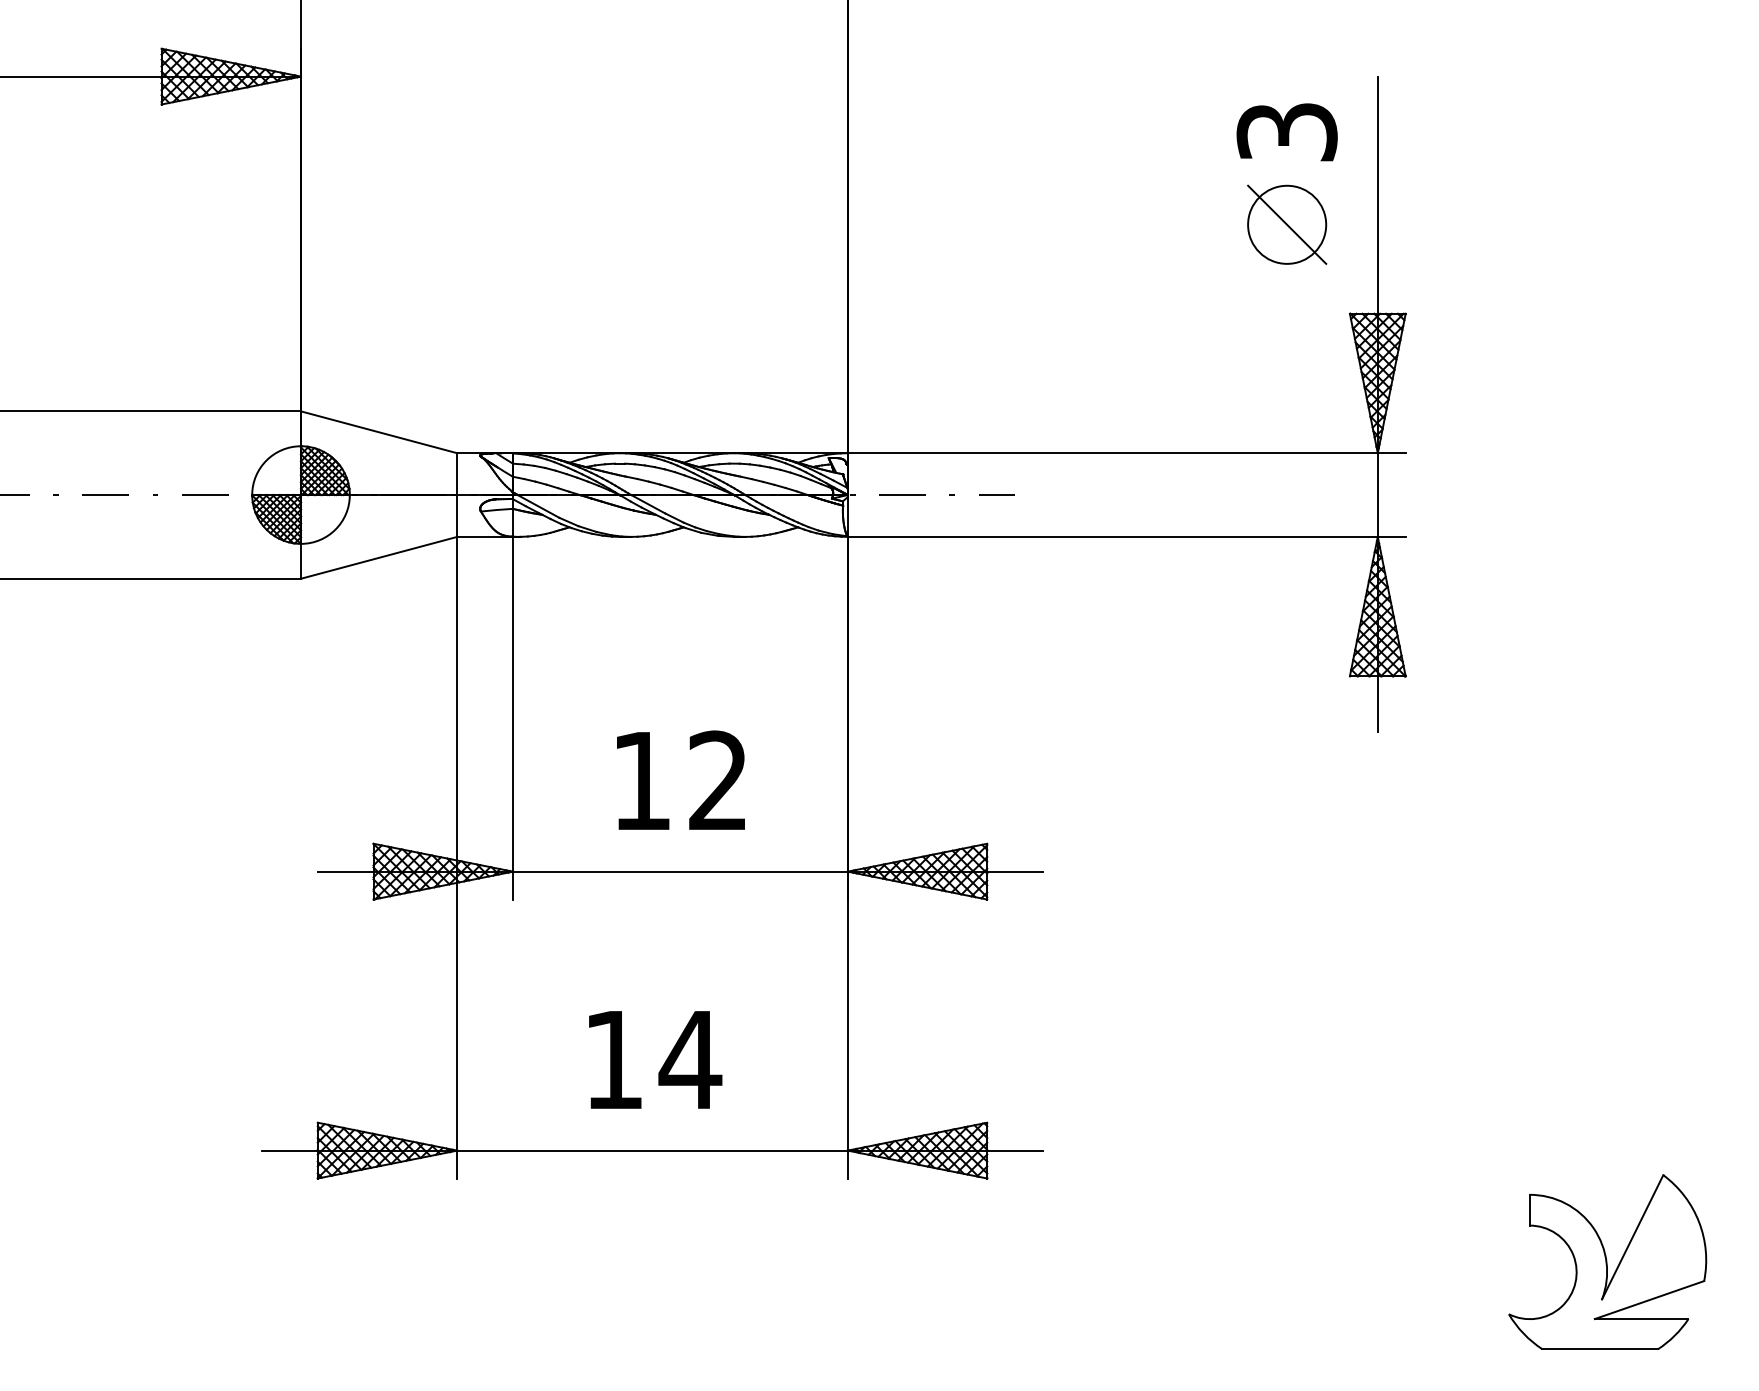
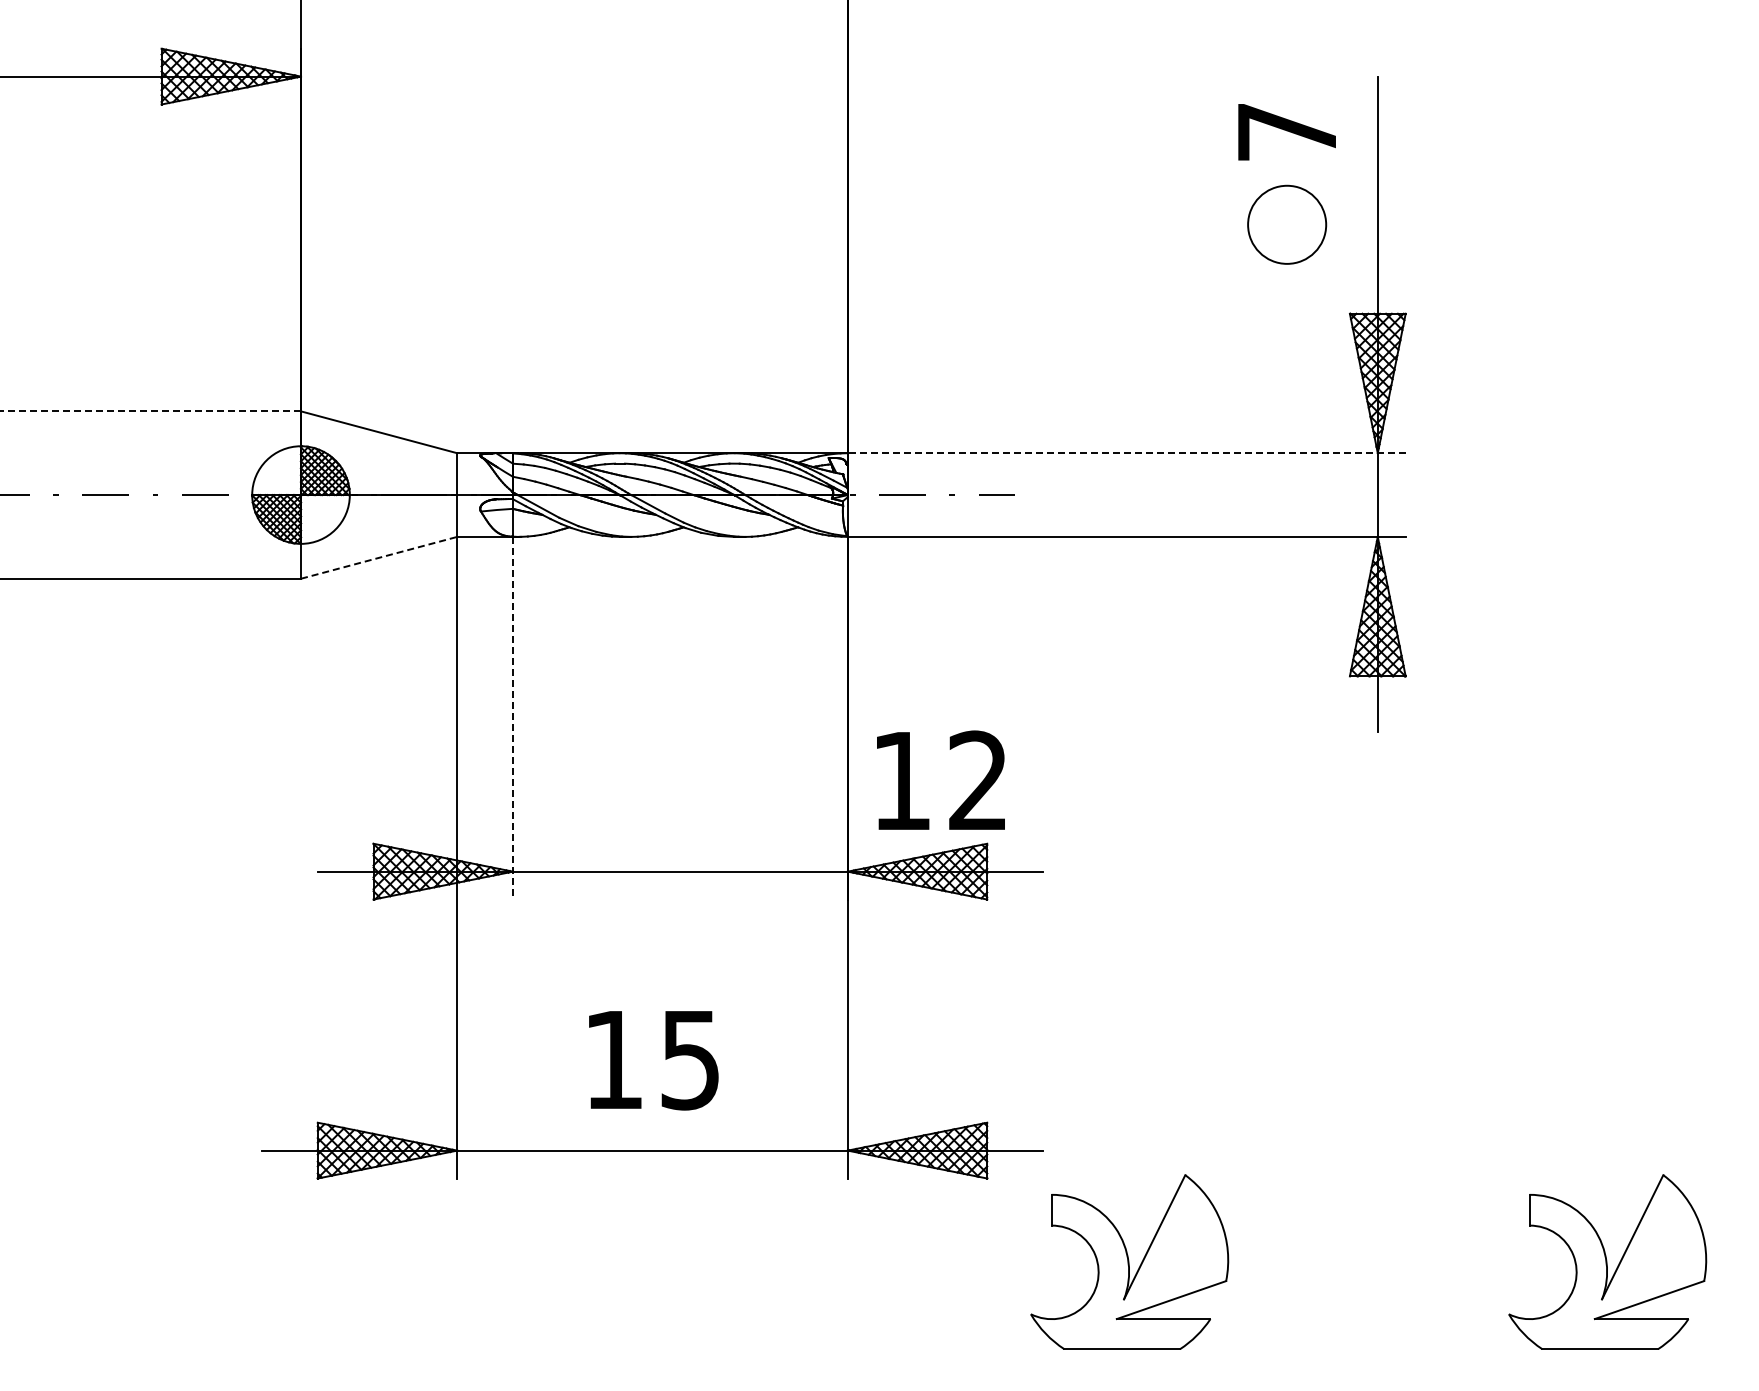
text at (1286, 132): 3 -> 7
line at (1287, 224): present -> none
line at (150, 411): solid -> dashed
line at (1126, 453): solid -> dashed
line at (379, 557): solid -> dashed
line at (513, 718): solid -> dashed
text at (680, 779) position: (680, 779) -> (940, 779)
text at (690, 1060): 14 -> 15
part at (1129, 1261): none -> present
